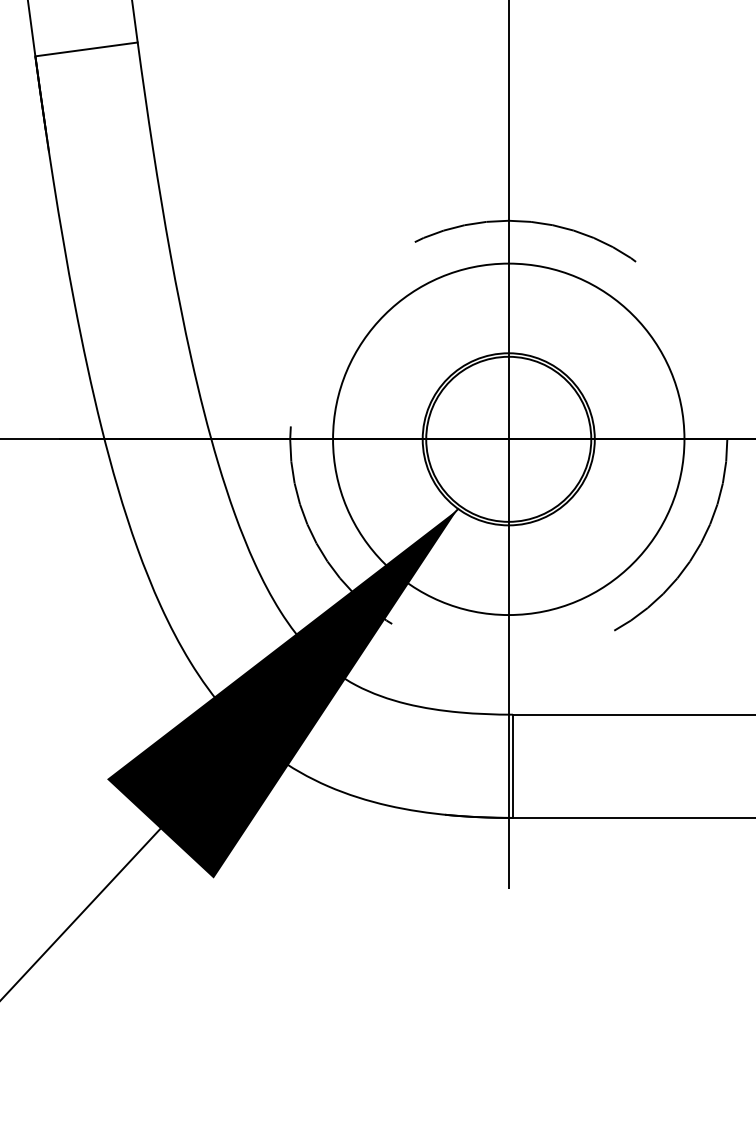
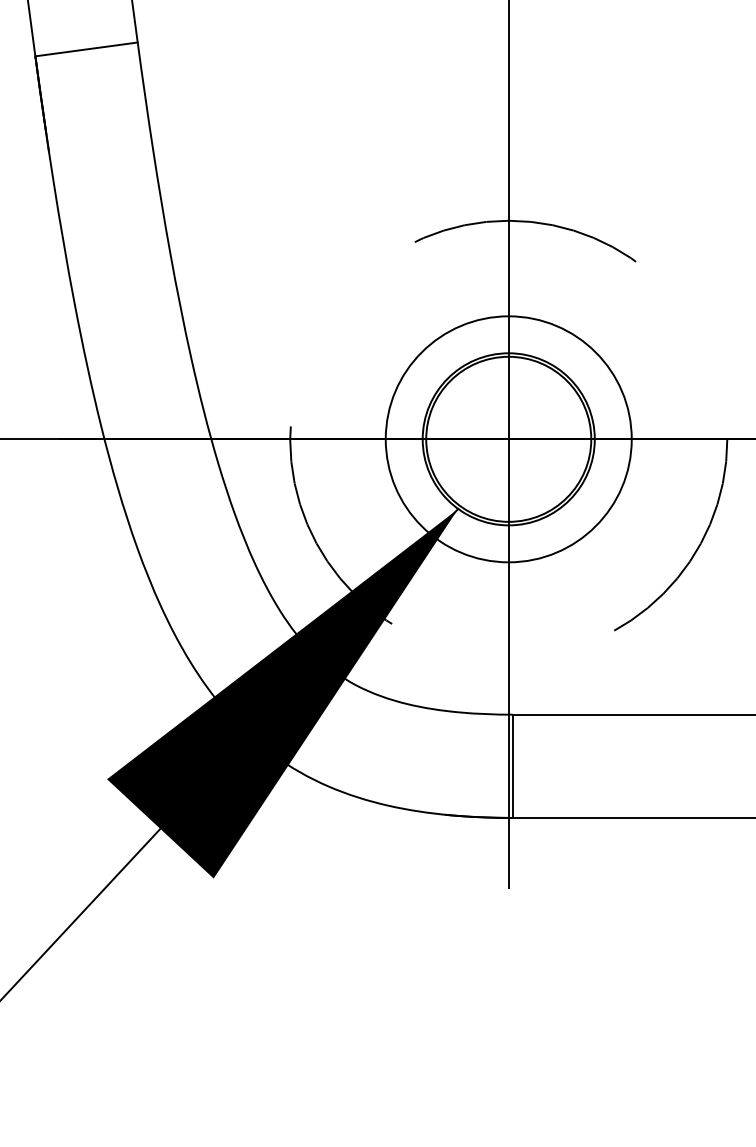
circle at (508, 439) diameter: 351 px -> 246 px
